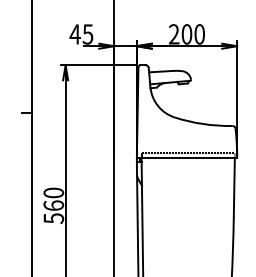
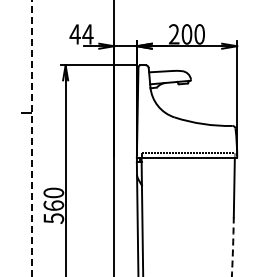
text at (87, 34): 45 -> 44
line at (32, 138): solid -> dashed
arc at (233, 247): solid -> dashed
